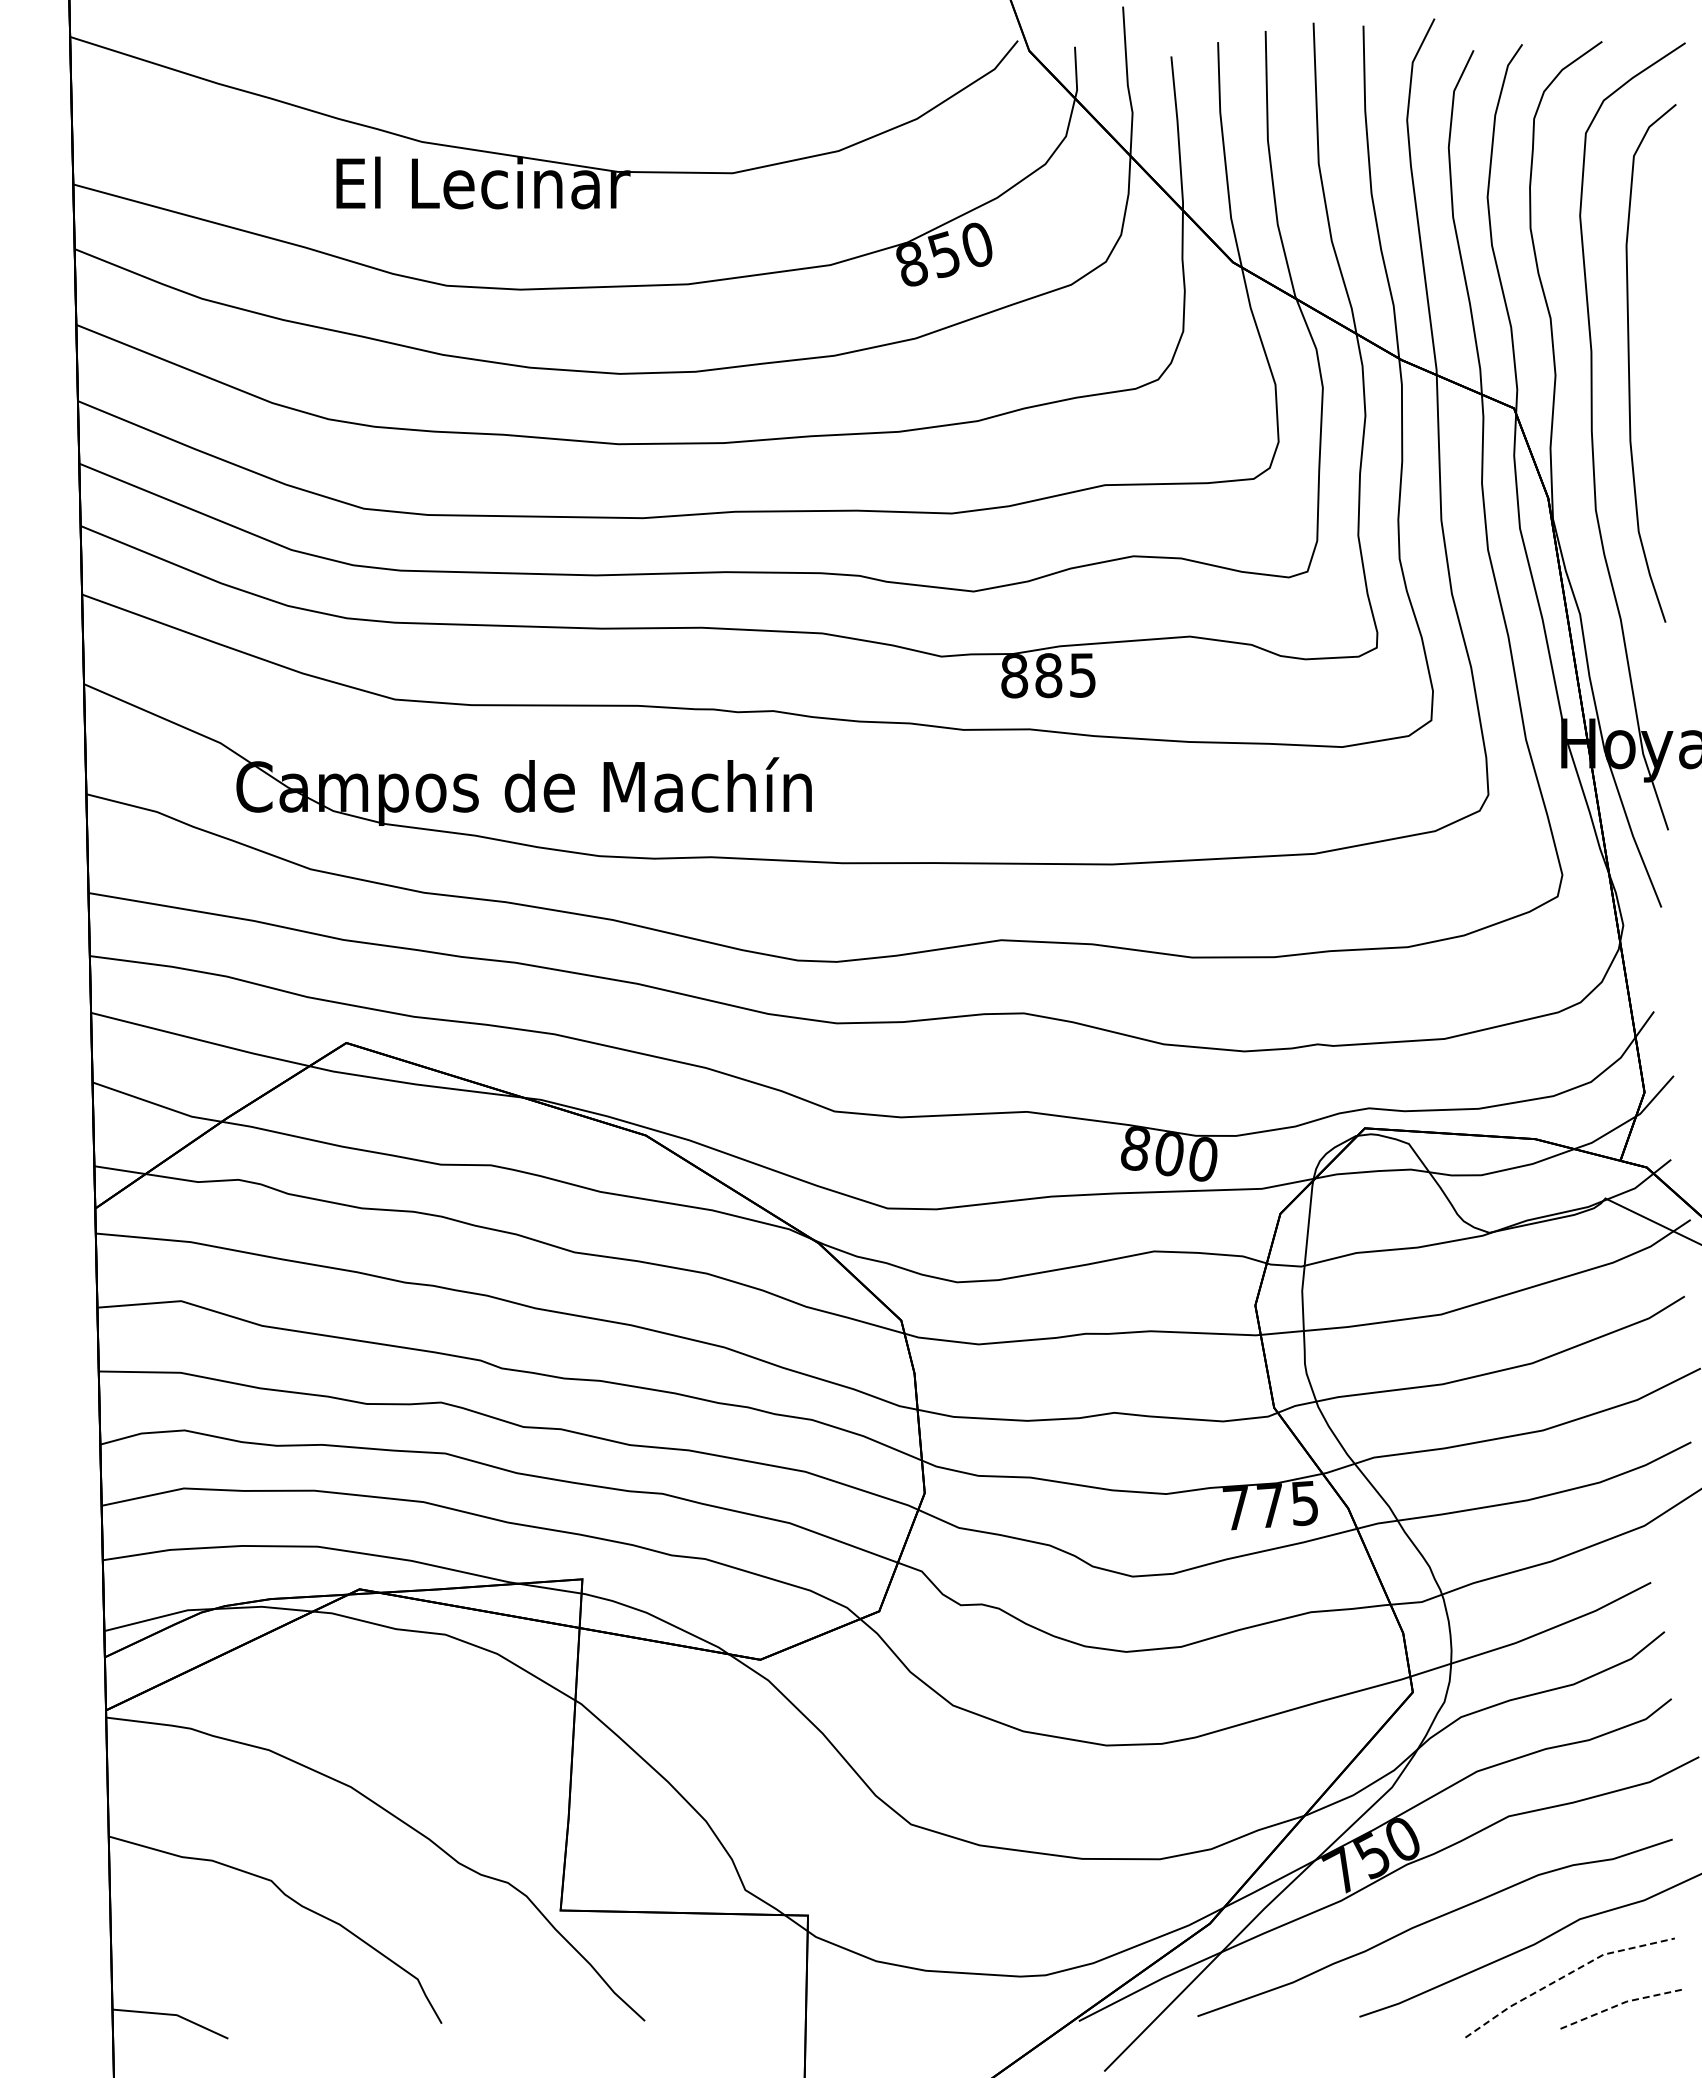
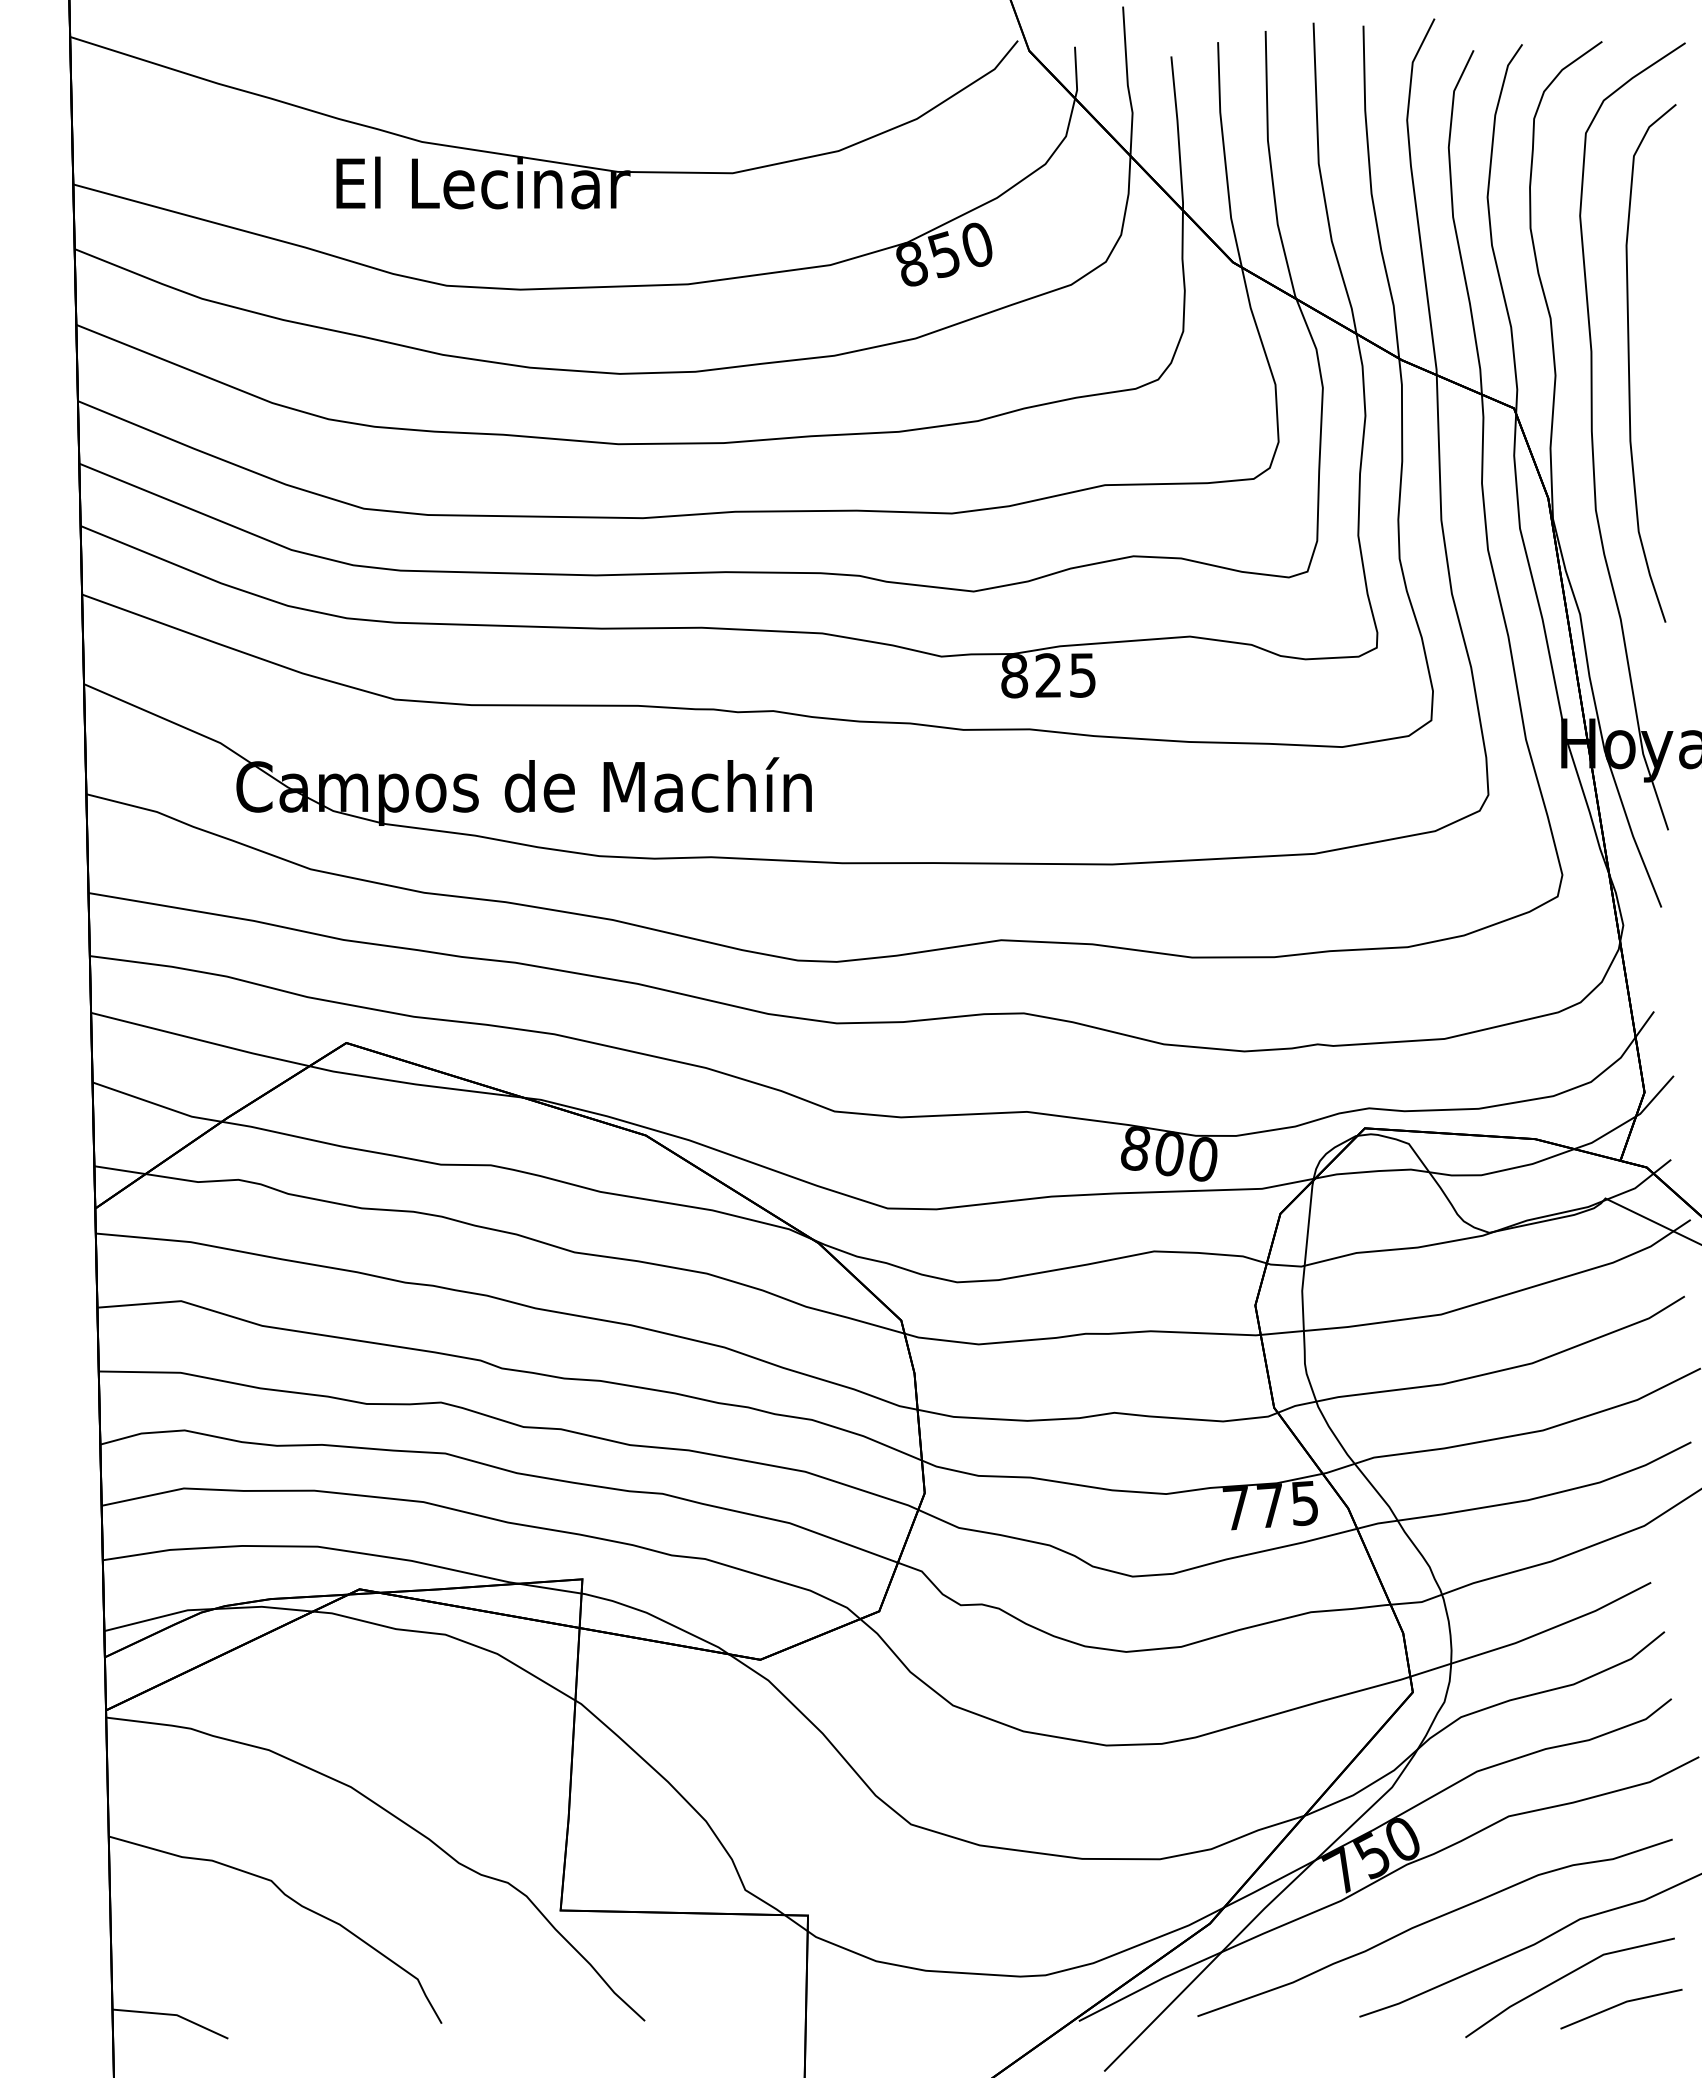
text at (1048, 675): 885 -> 825
line at (1565, 1975): dashed -> solid
line at (1620, 2004): dashed -> solid
